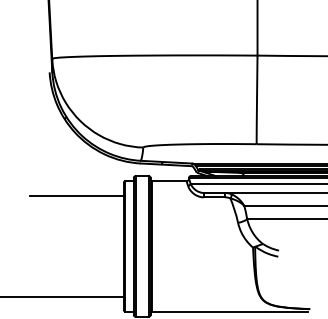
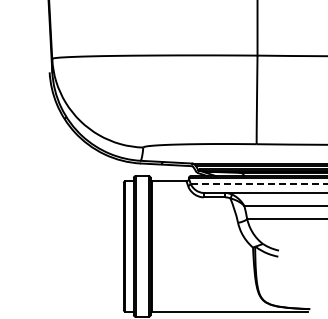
line at (258, 183): solid -> dashed
line at (76, 196): present -> none
line at (62, 296): present -> none
